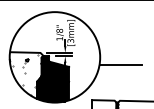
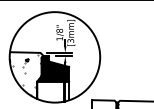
line at (120, 64): present -> none
fill at (53, 91): present -> none
